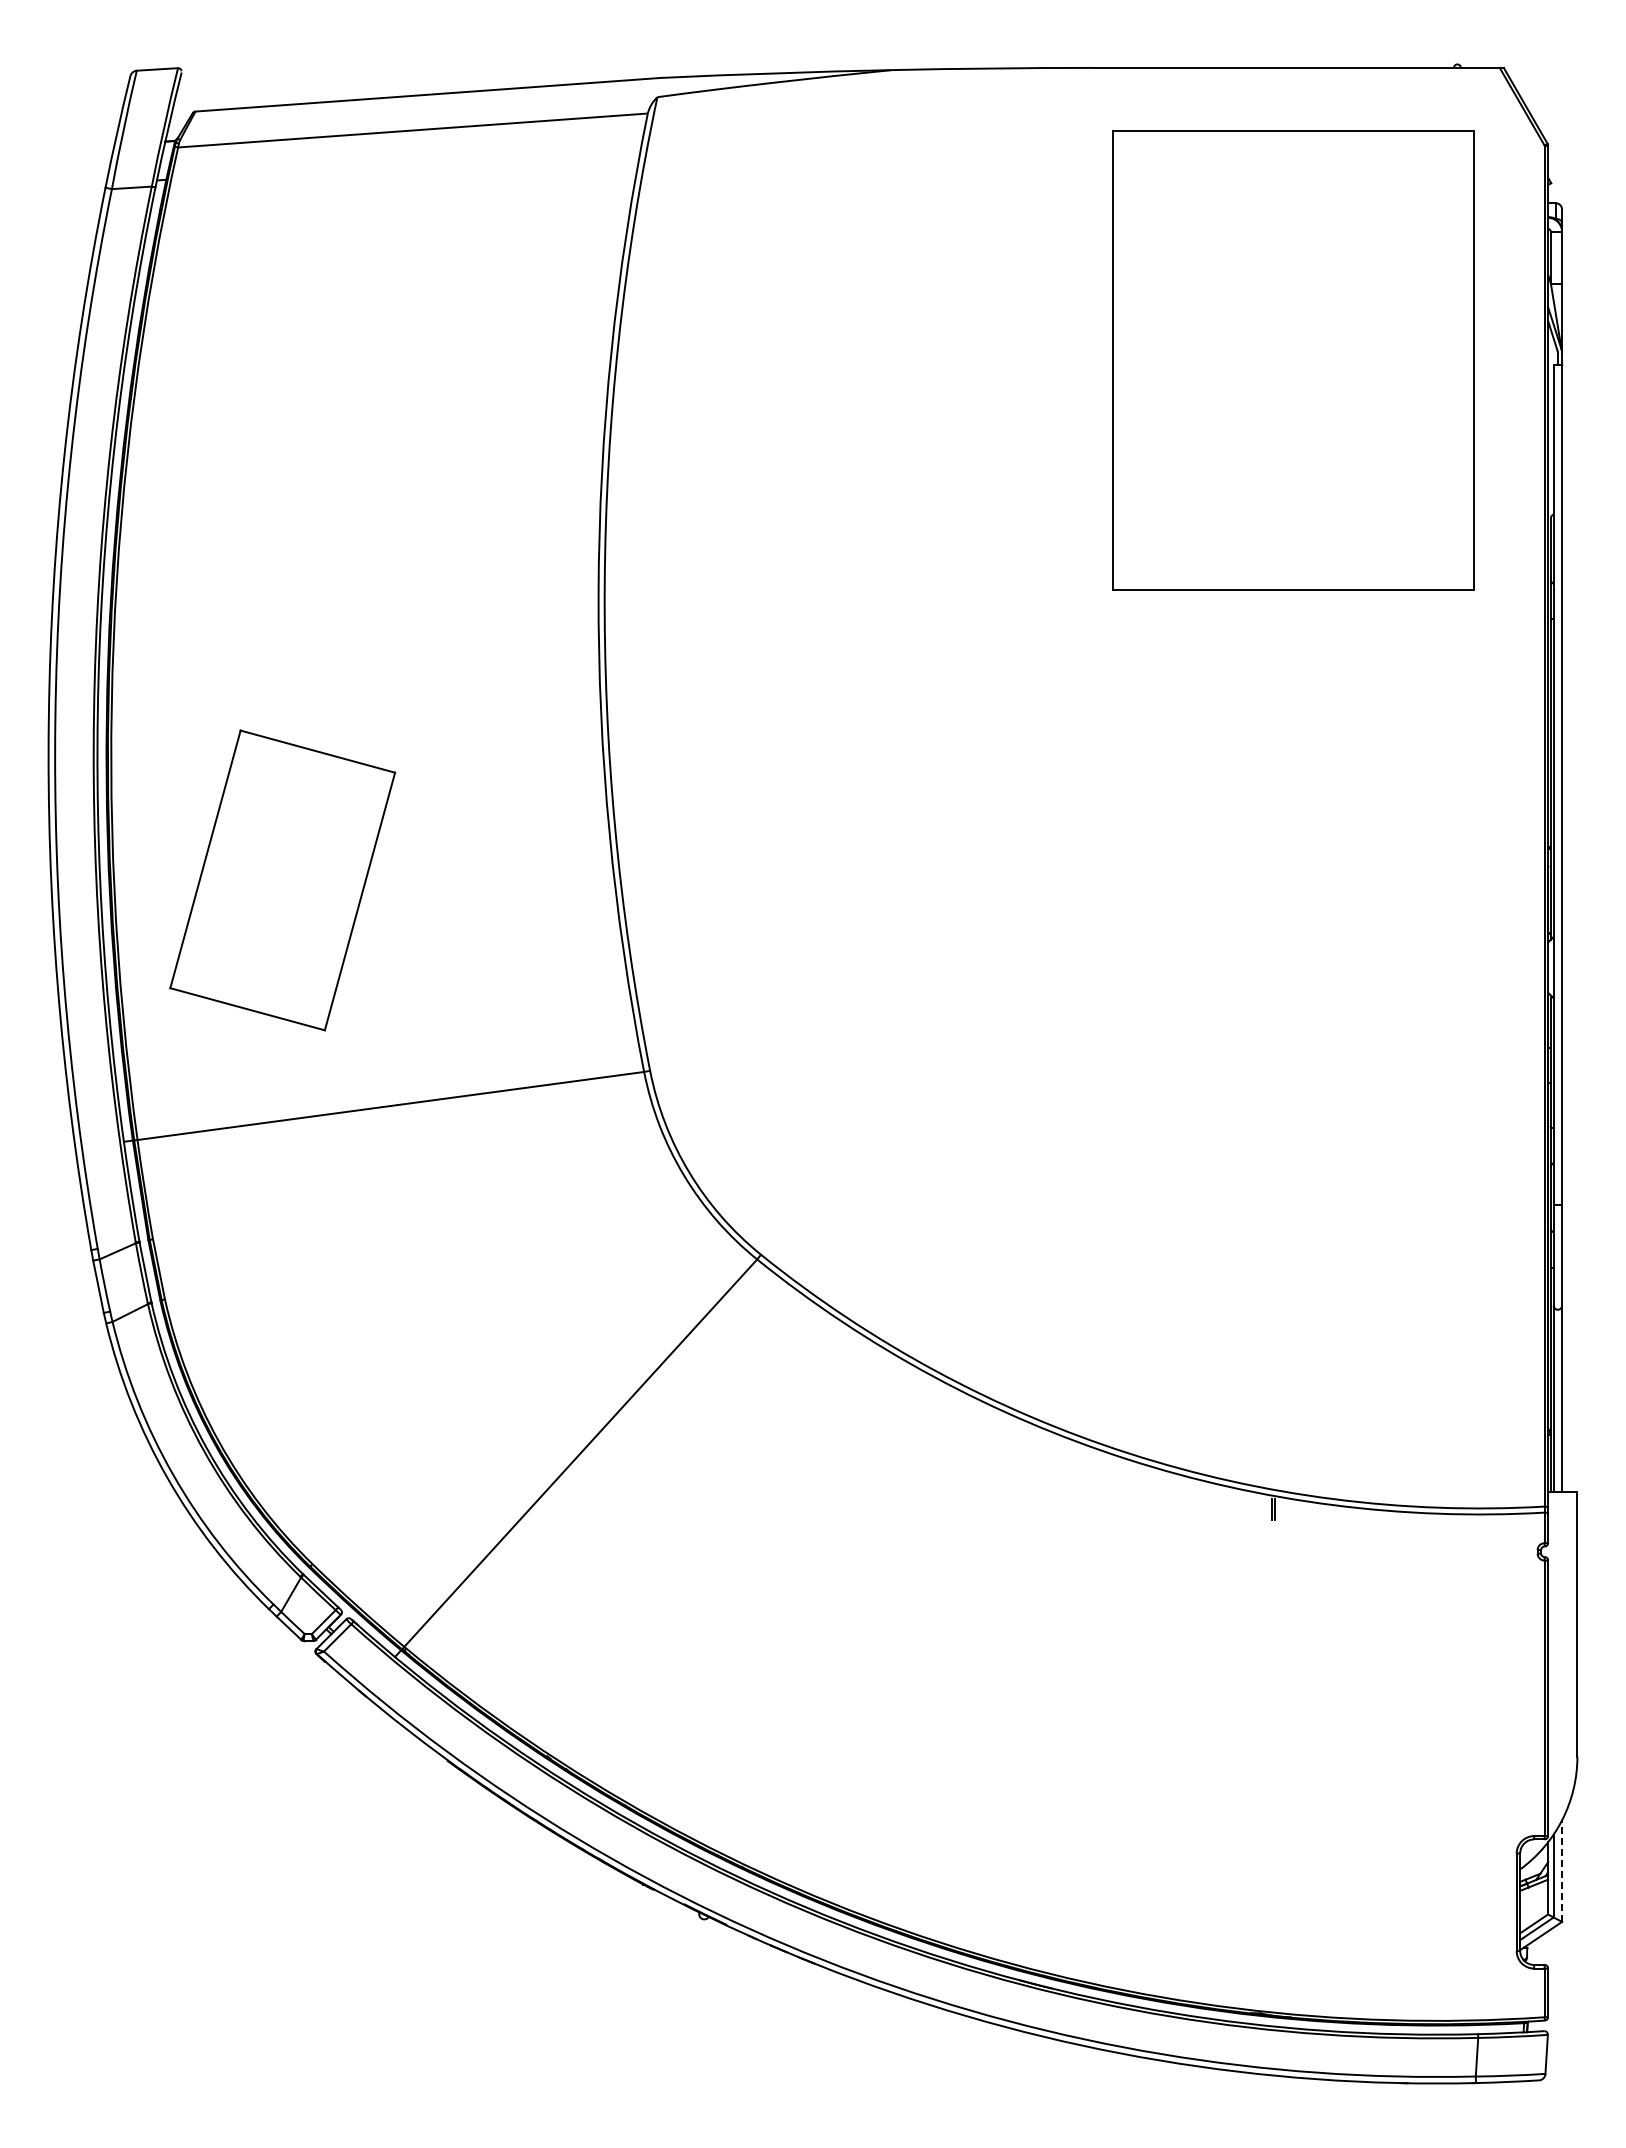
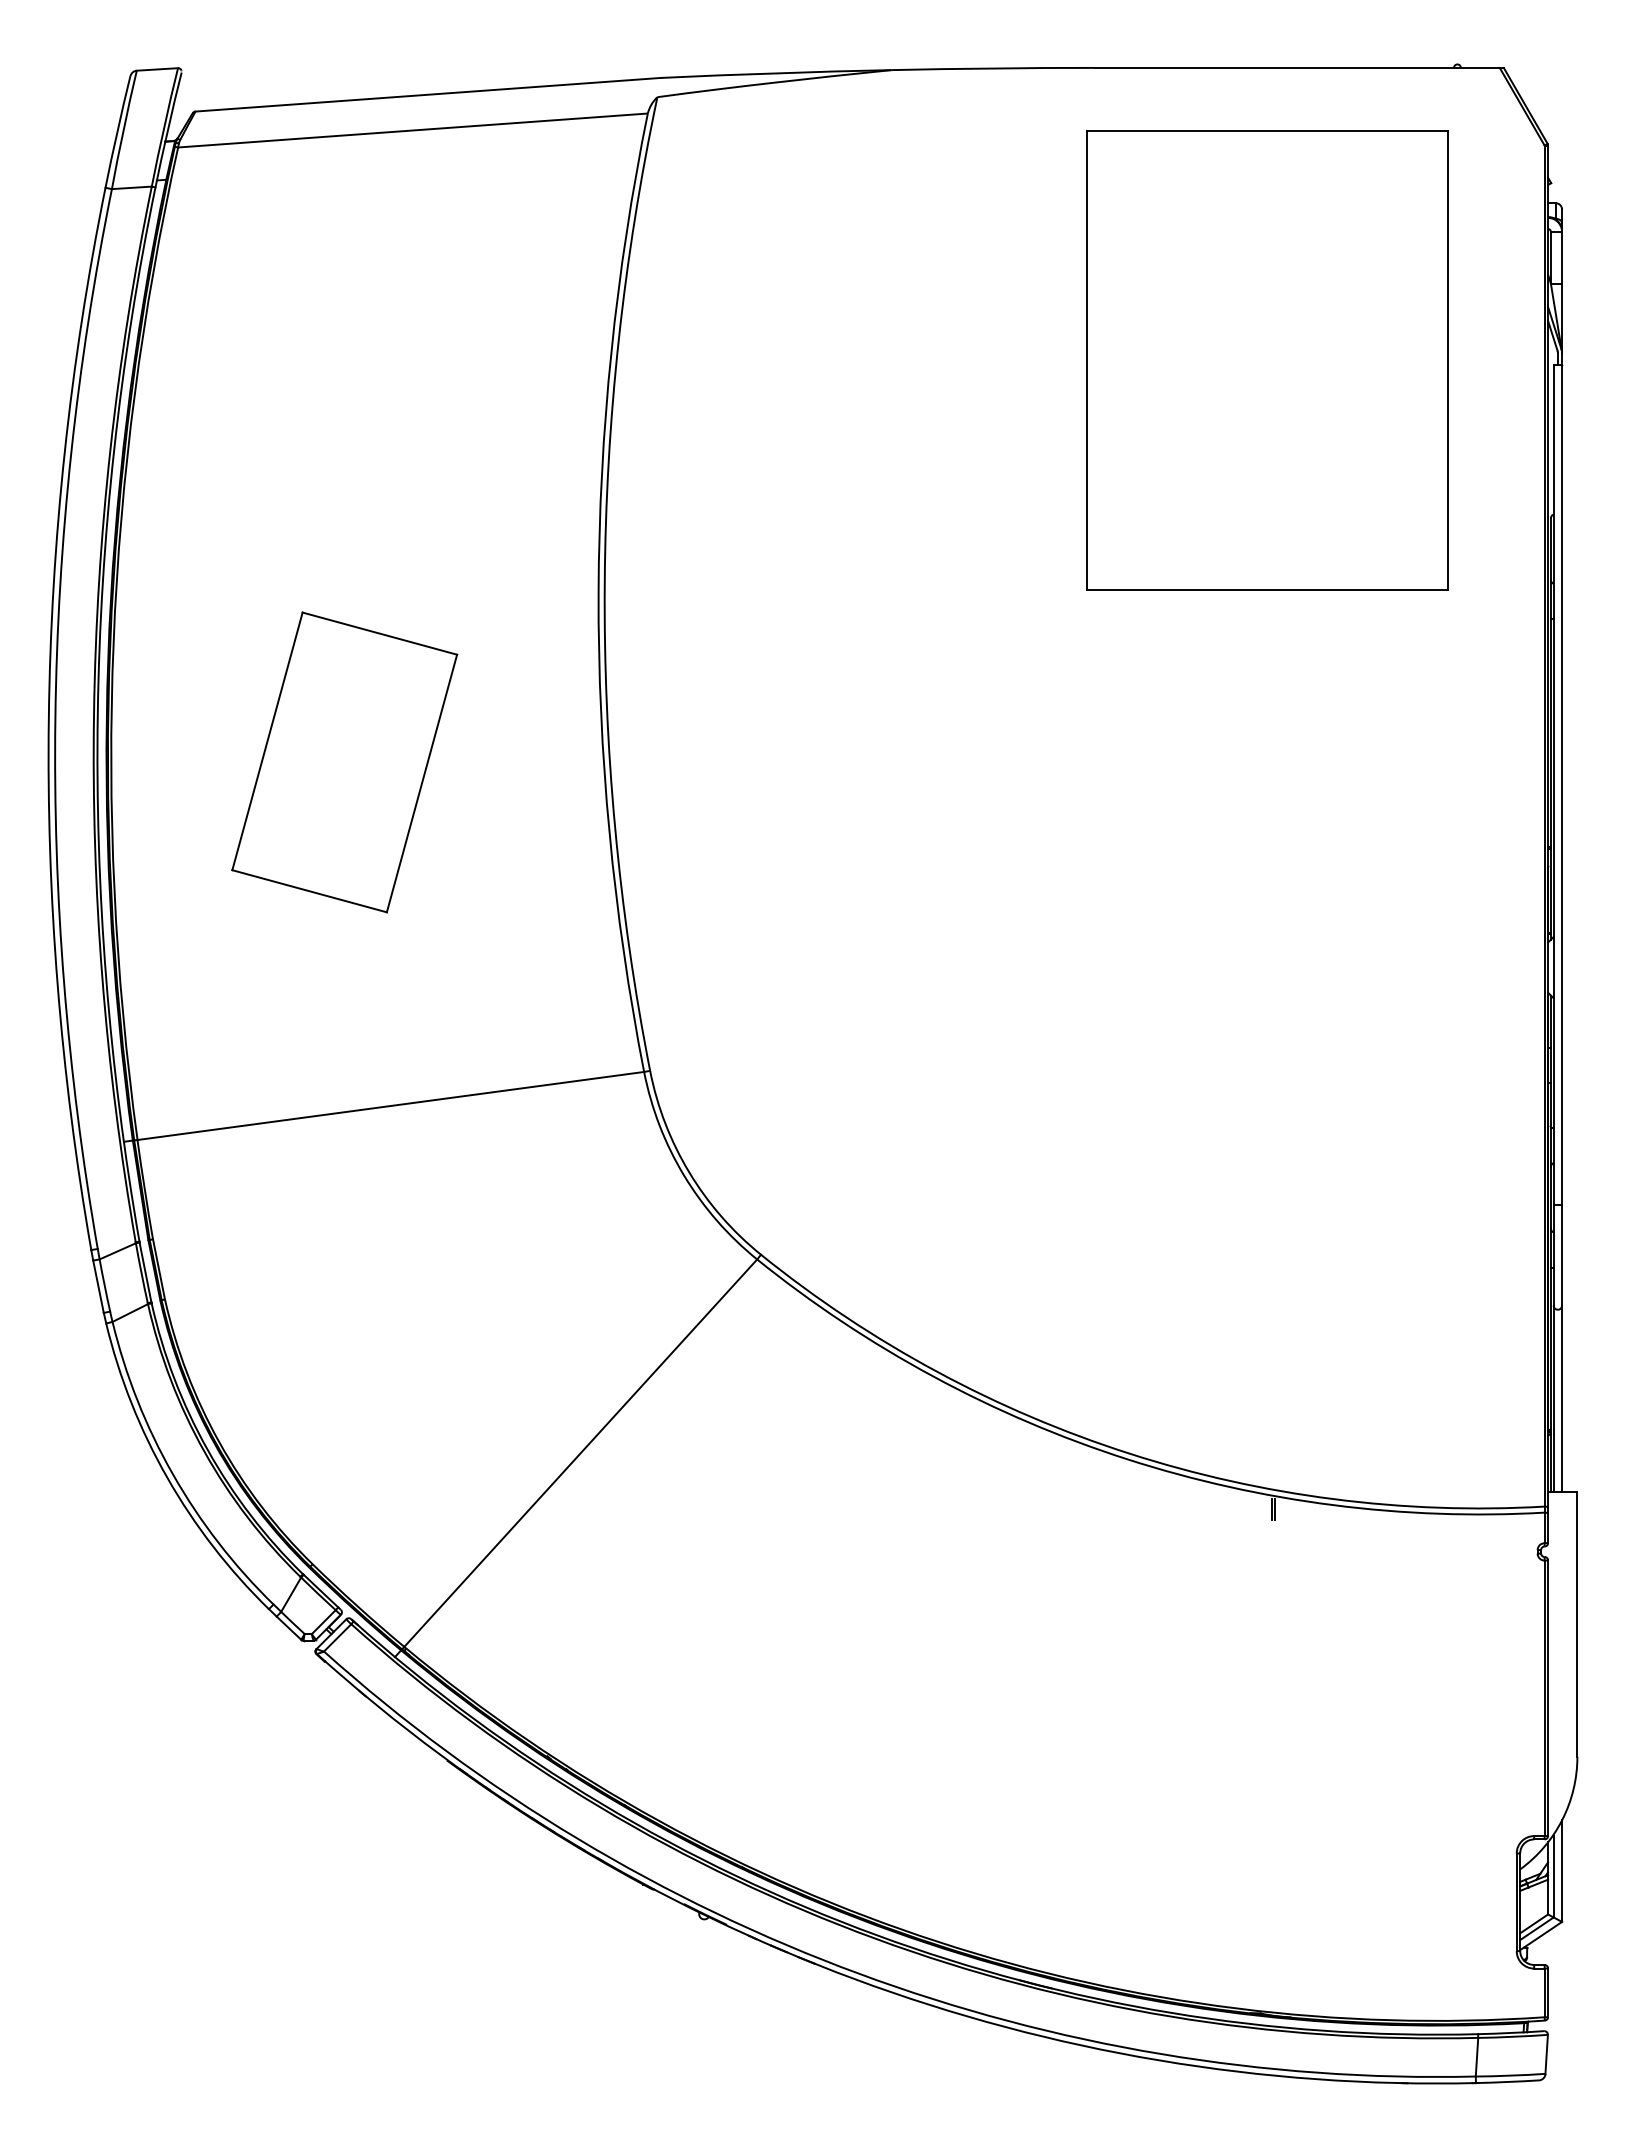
part at (1293, 360) position: (1293, 360) -> (1267, 360)
part at (282, 880) position: (282, 880) -> (344, 762)
line at (1562, 1871): dashed -> solid
